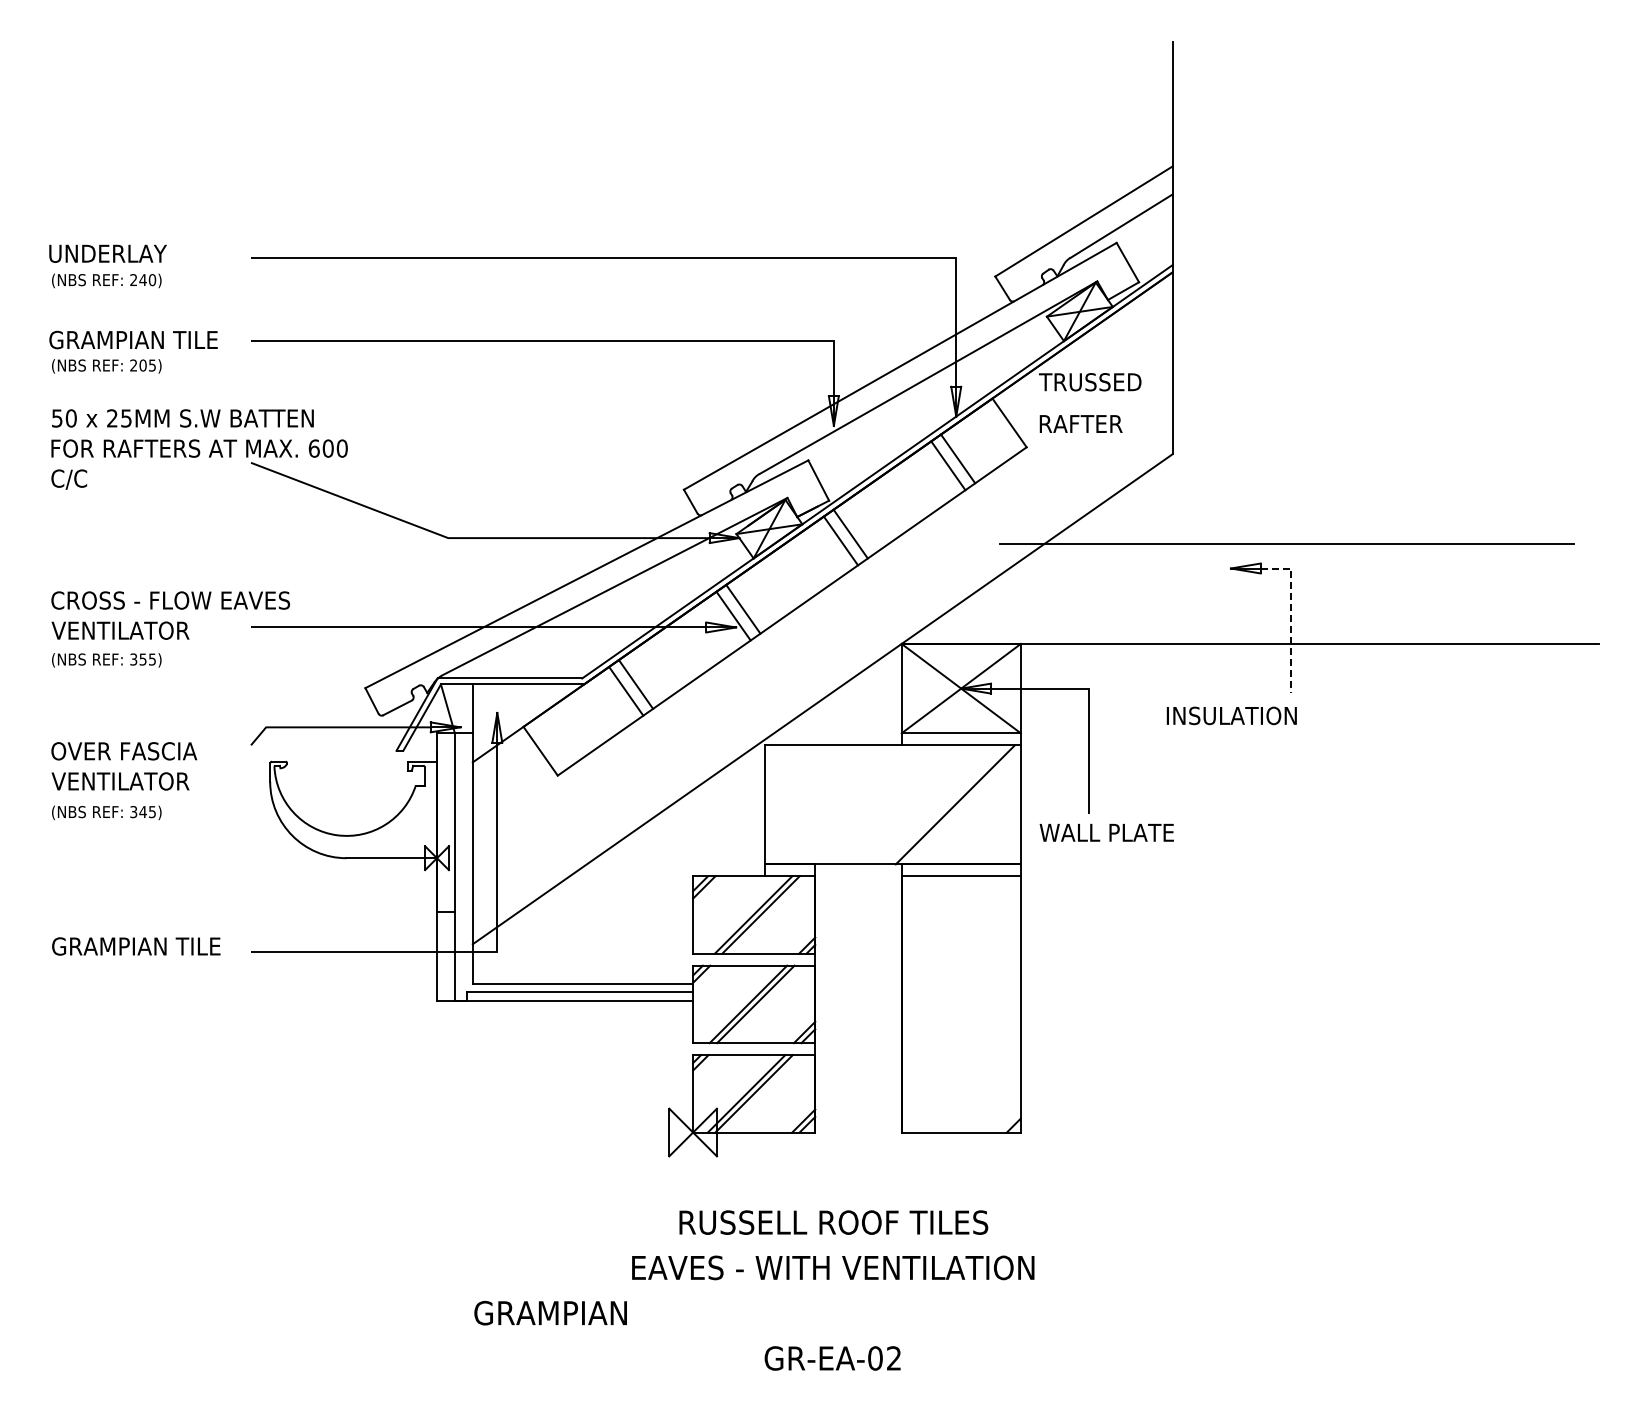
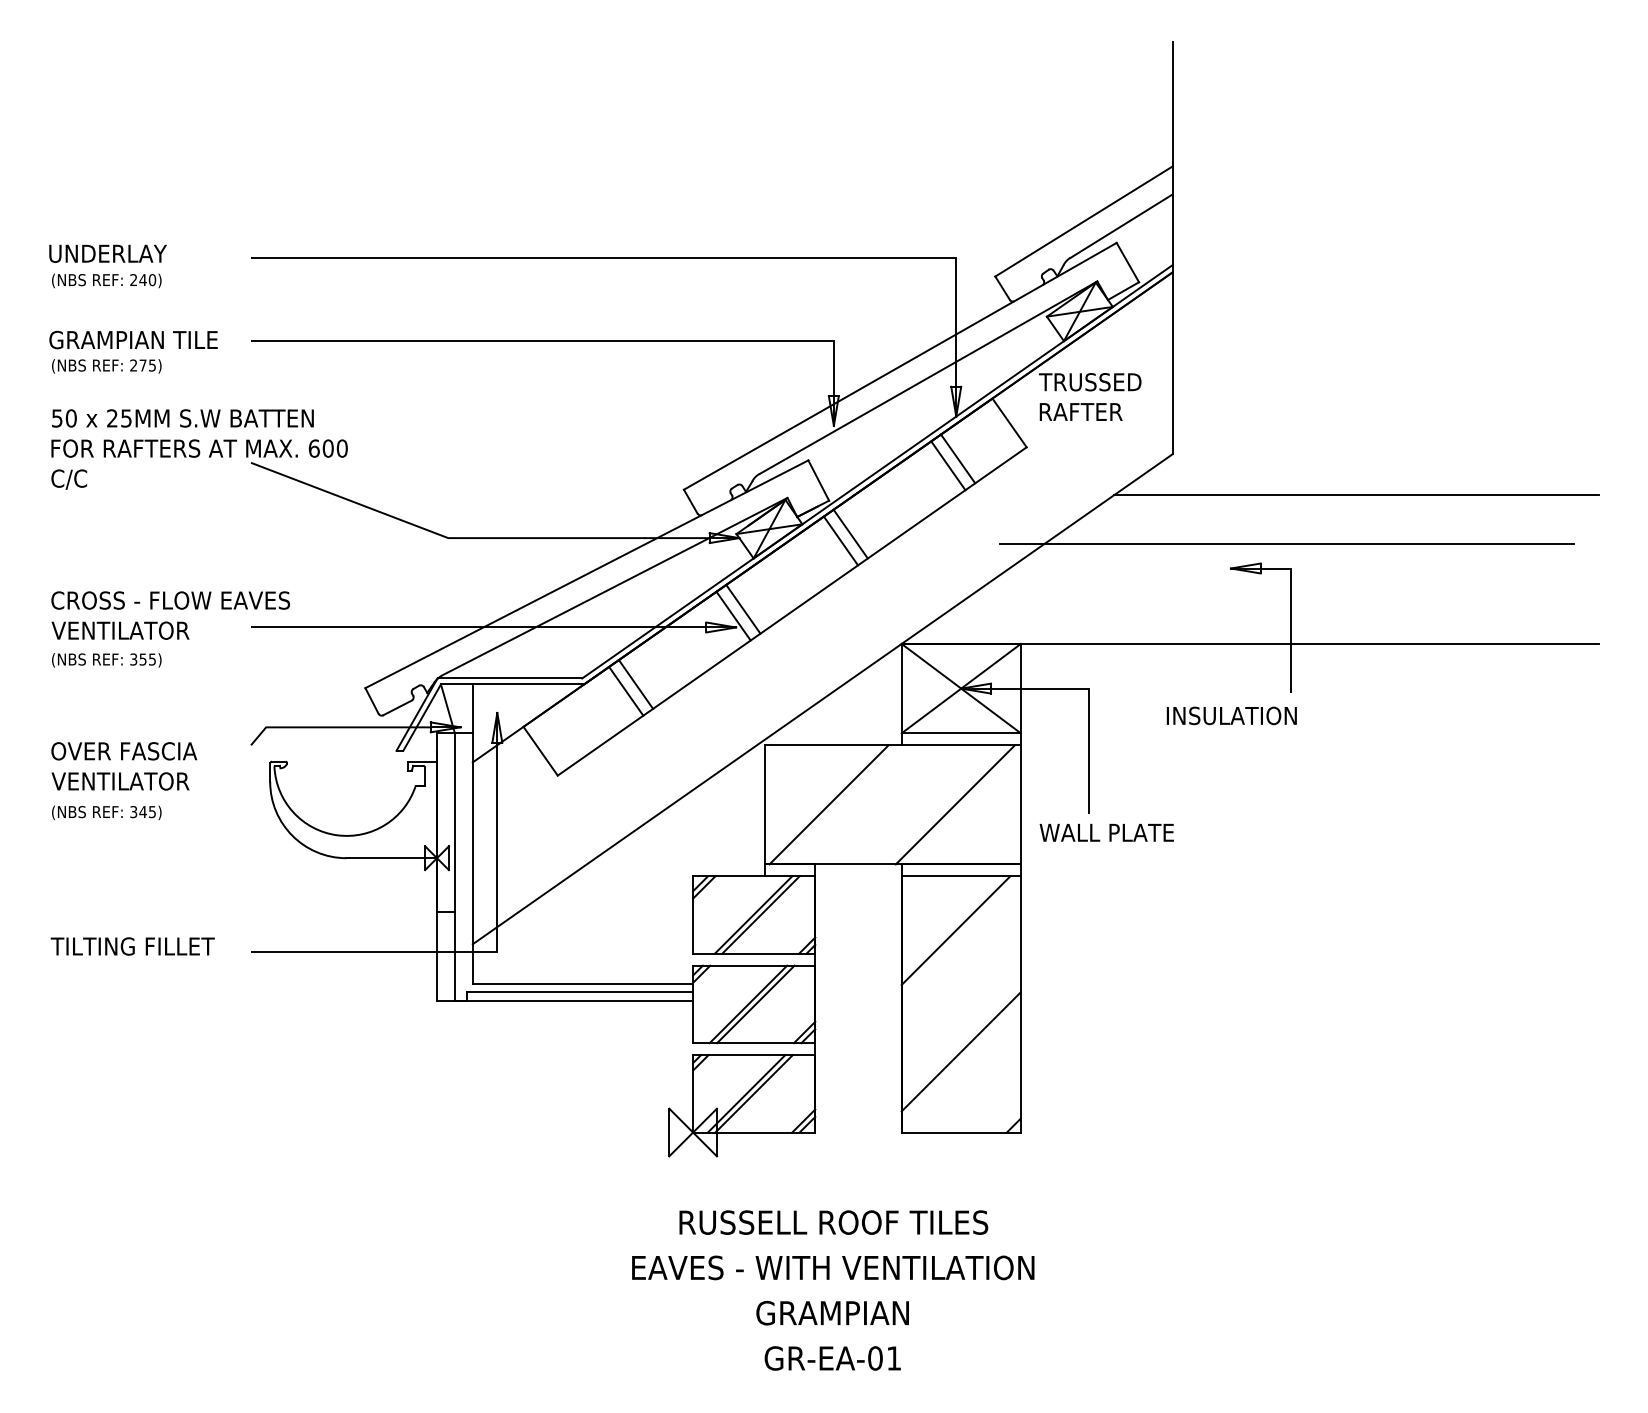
text at (142, 365): 205) -> 275)
text at (1080, 423) position: (1080, 423) -> (1080, 411)
line at (1356, 494): none -> present
line at (1291, 615): dashed -> solid
line at (828, 804): none -> present
line at (955, 930): none -> present
text at (135, 946): GRAMPIAN TILE -> TILTING FILLET
line at (960, 1051): none -> present
text at (550, 1313) position: (550, 1313) -> (832, 1313)
text at (893, 1358): GR-EA-02 -> GR-EA-01
